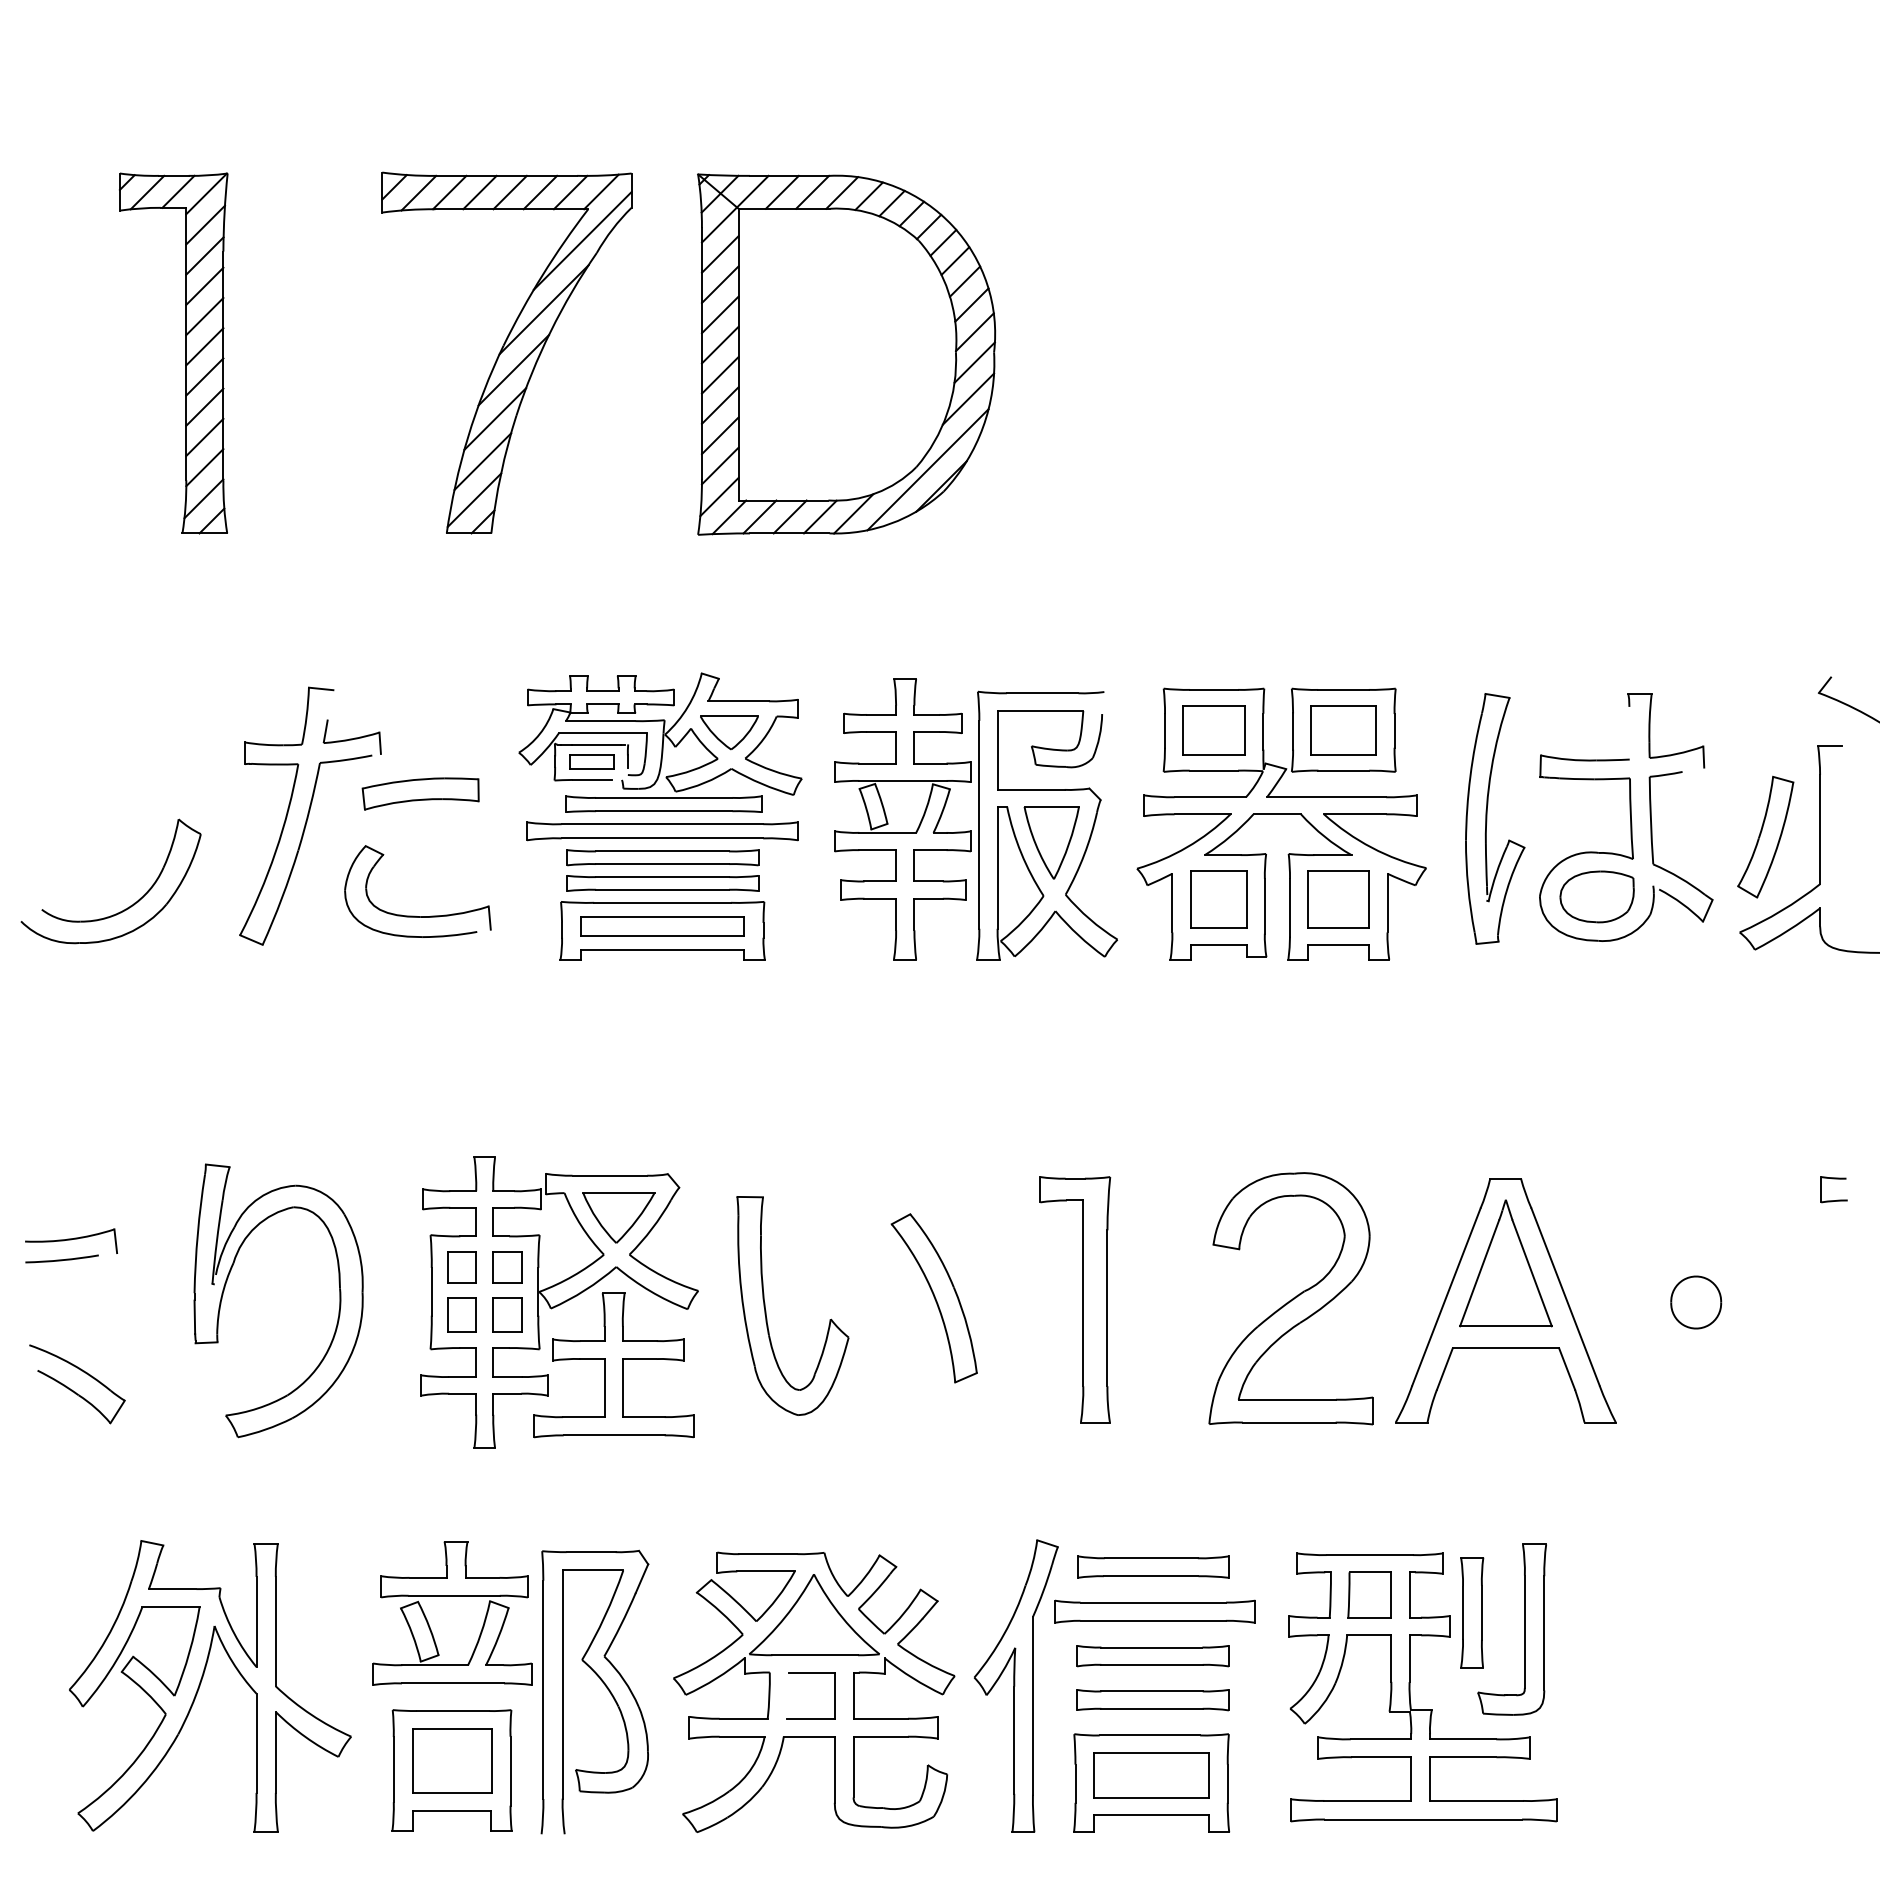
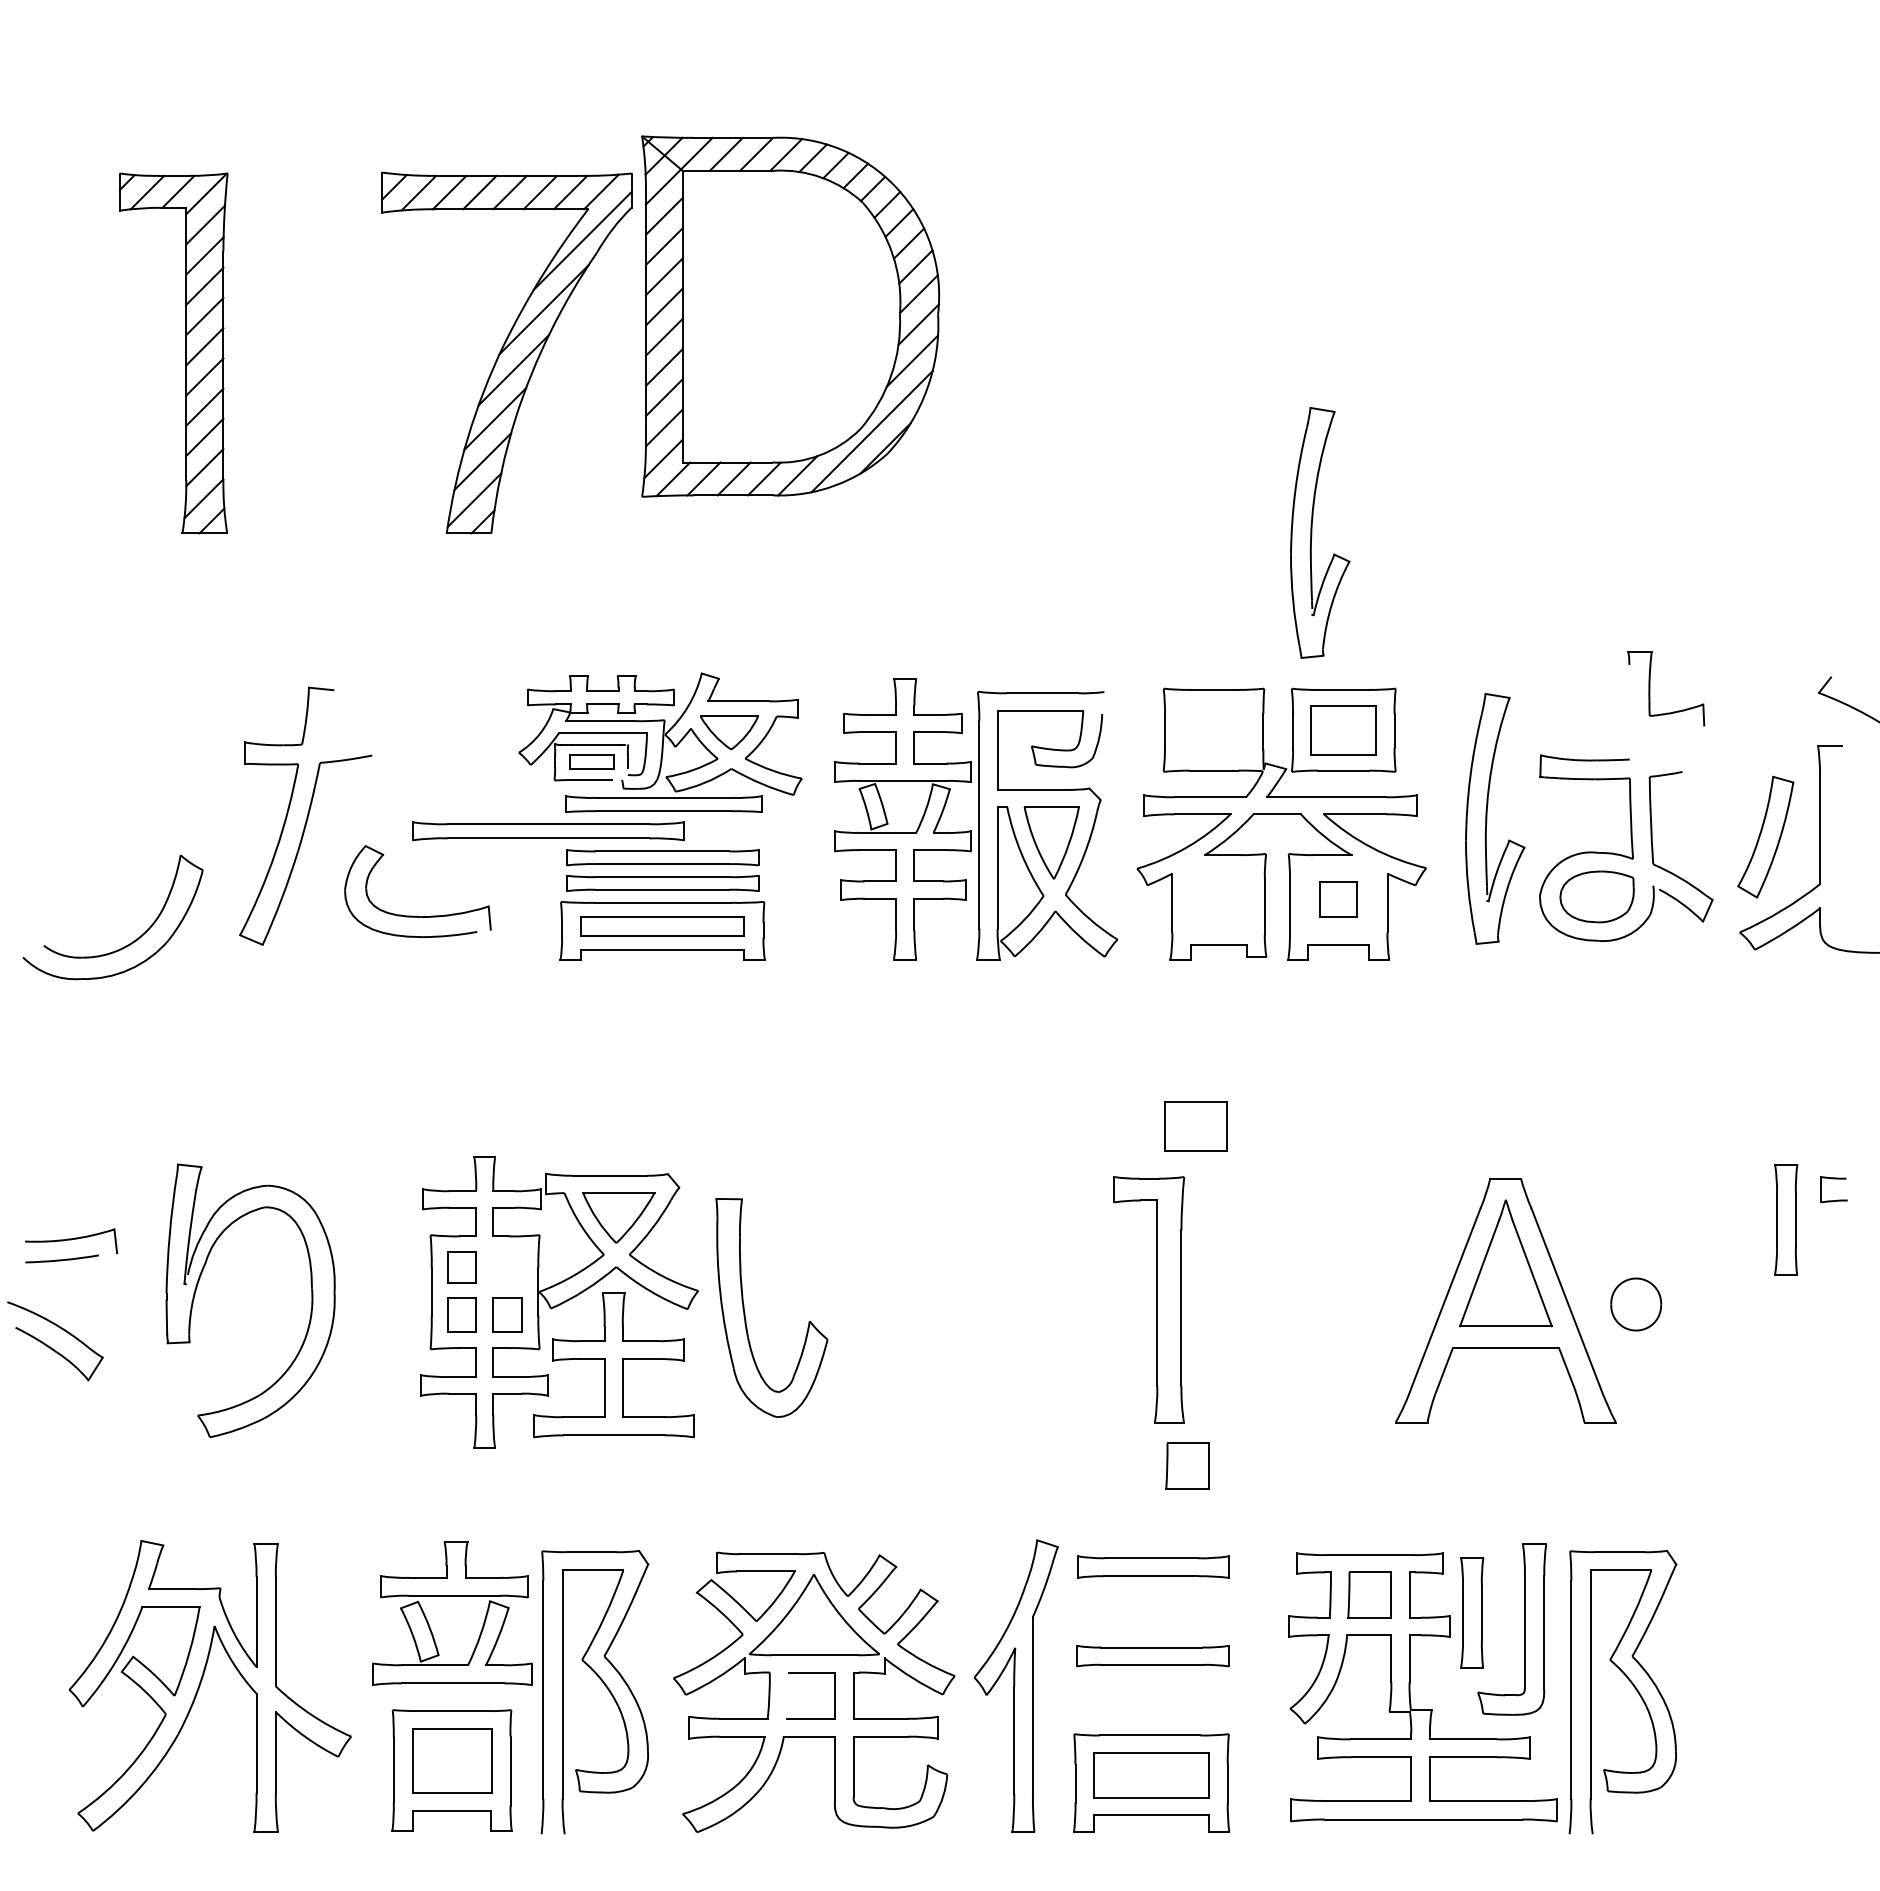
part at (846, 354) position: (846, 354) -> (790, 316)
part at (1312, 532): none -> present
part at (1213, 730) position: (1213, 730) -> (1195, 1126)
part at (1650, 730) position: (1650, 730) -> (1650, 688)
part at (351, 736): present -> none
part at (420, 793): present -> none
part at (662, 831) position: (662, 831) -> (548, 831)
part at (1218, 899): present -> none
part at (1338, 899) size: 63x59 px -> 39x37 px
part at (123, 909) position: (123, 909) -> (125, 945)
part at (1786, 1219): none -> present
part at (507, 1267): present -> none
part at (226, 1284) position: (226, 1284) -> (198, 1284)
part at (933, 1298): present -> none
part at (1290, 1298): present -> none
part at (1082, 1299) position: (1082, 1299) -> (1156, 1299)
part at (1696, 1302) position: (1696, 1302) -> (1636, 1304)
part at (766, 1310) position: (766, 1310) -> (745, 1312)
part at (72, 1389) position: (72, 1389) -> (50, 1346)
part at (1187, 1465): none -> present
part at (1154, 1611): present -> none
part at (1632, 1685): none -> present
part at (1152, 1700): present -> none
